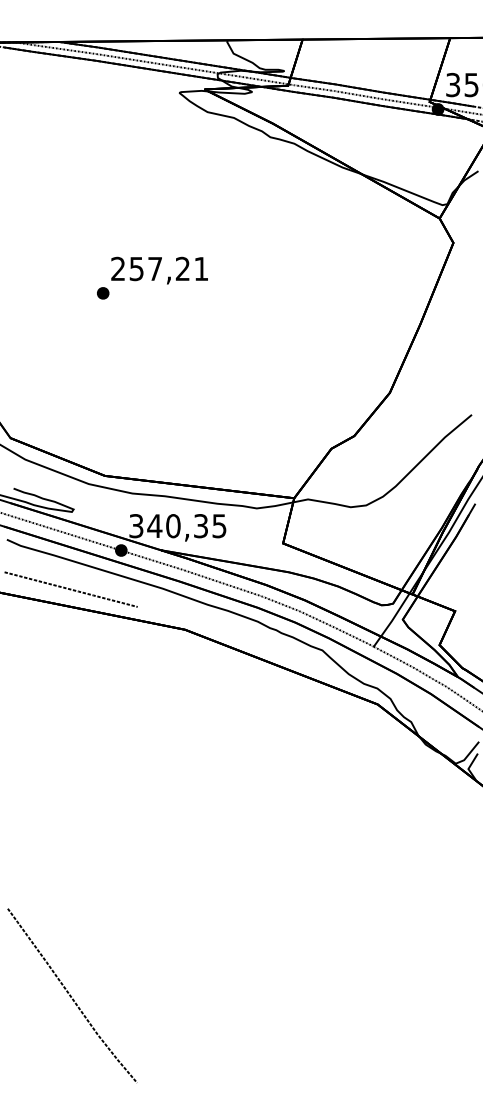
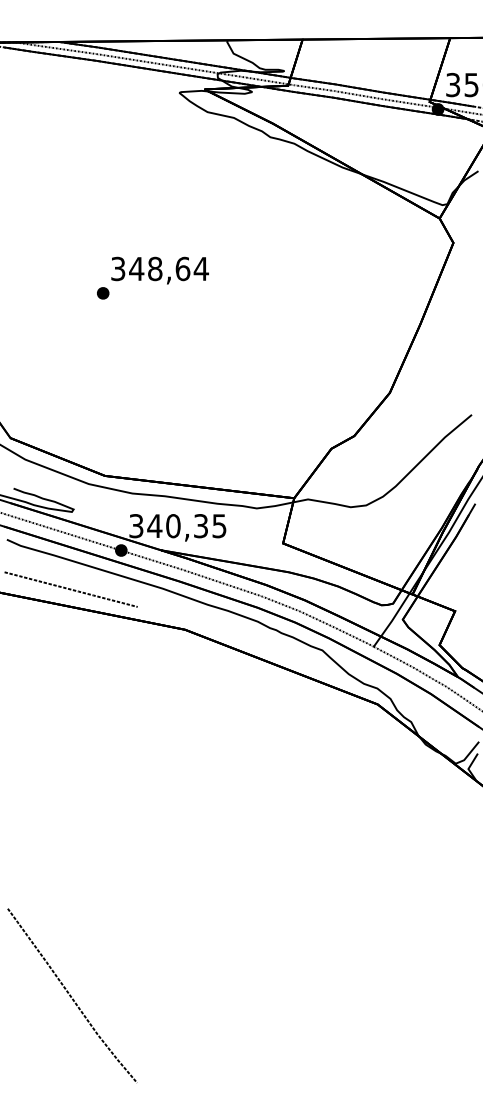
text at (159, 268): 257,21 -> 348,64
